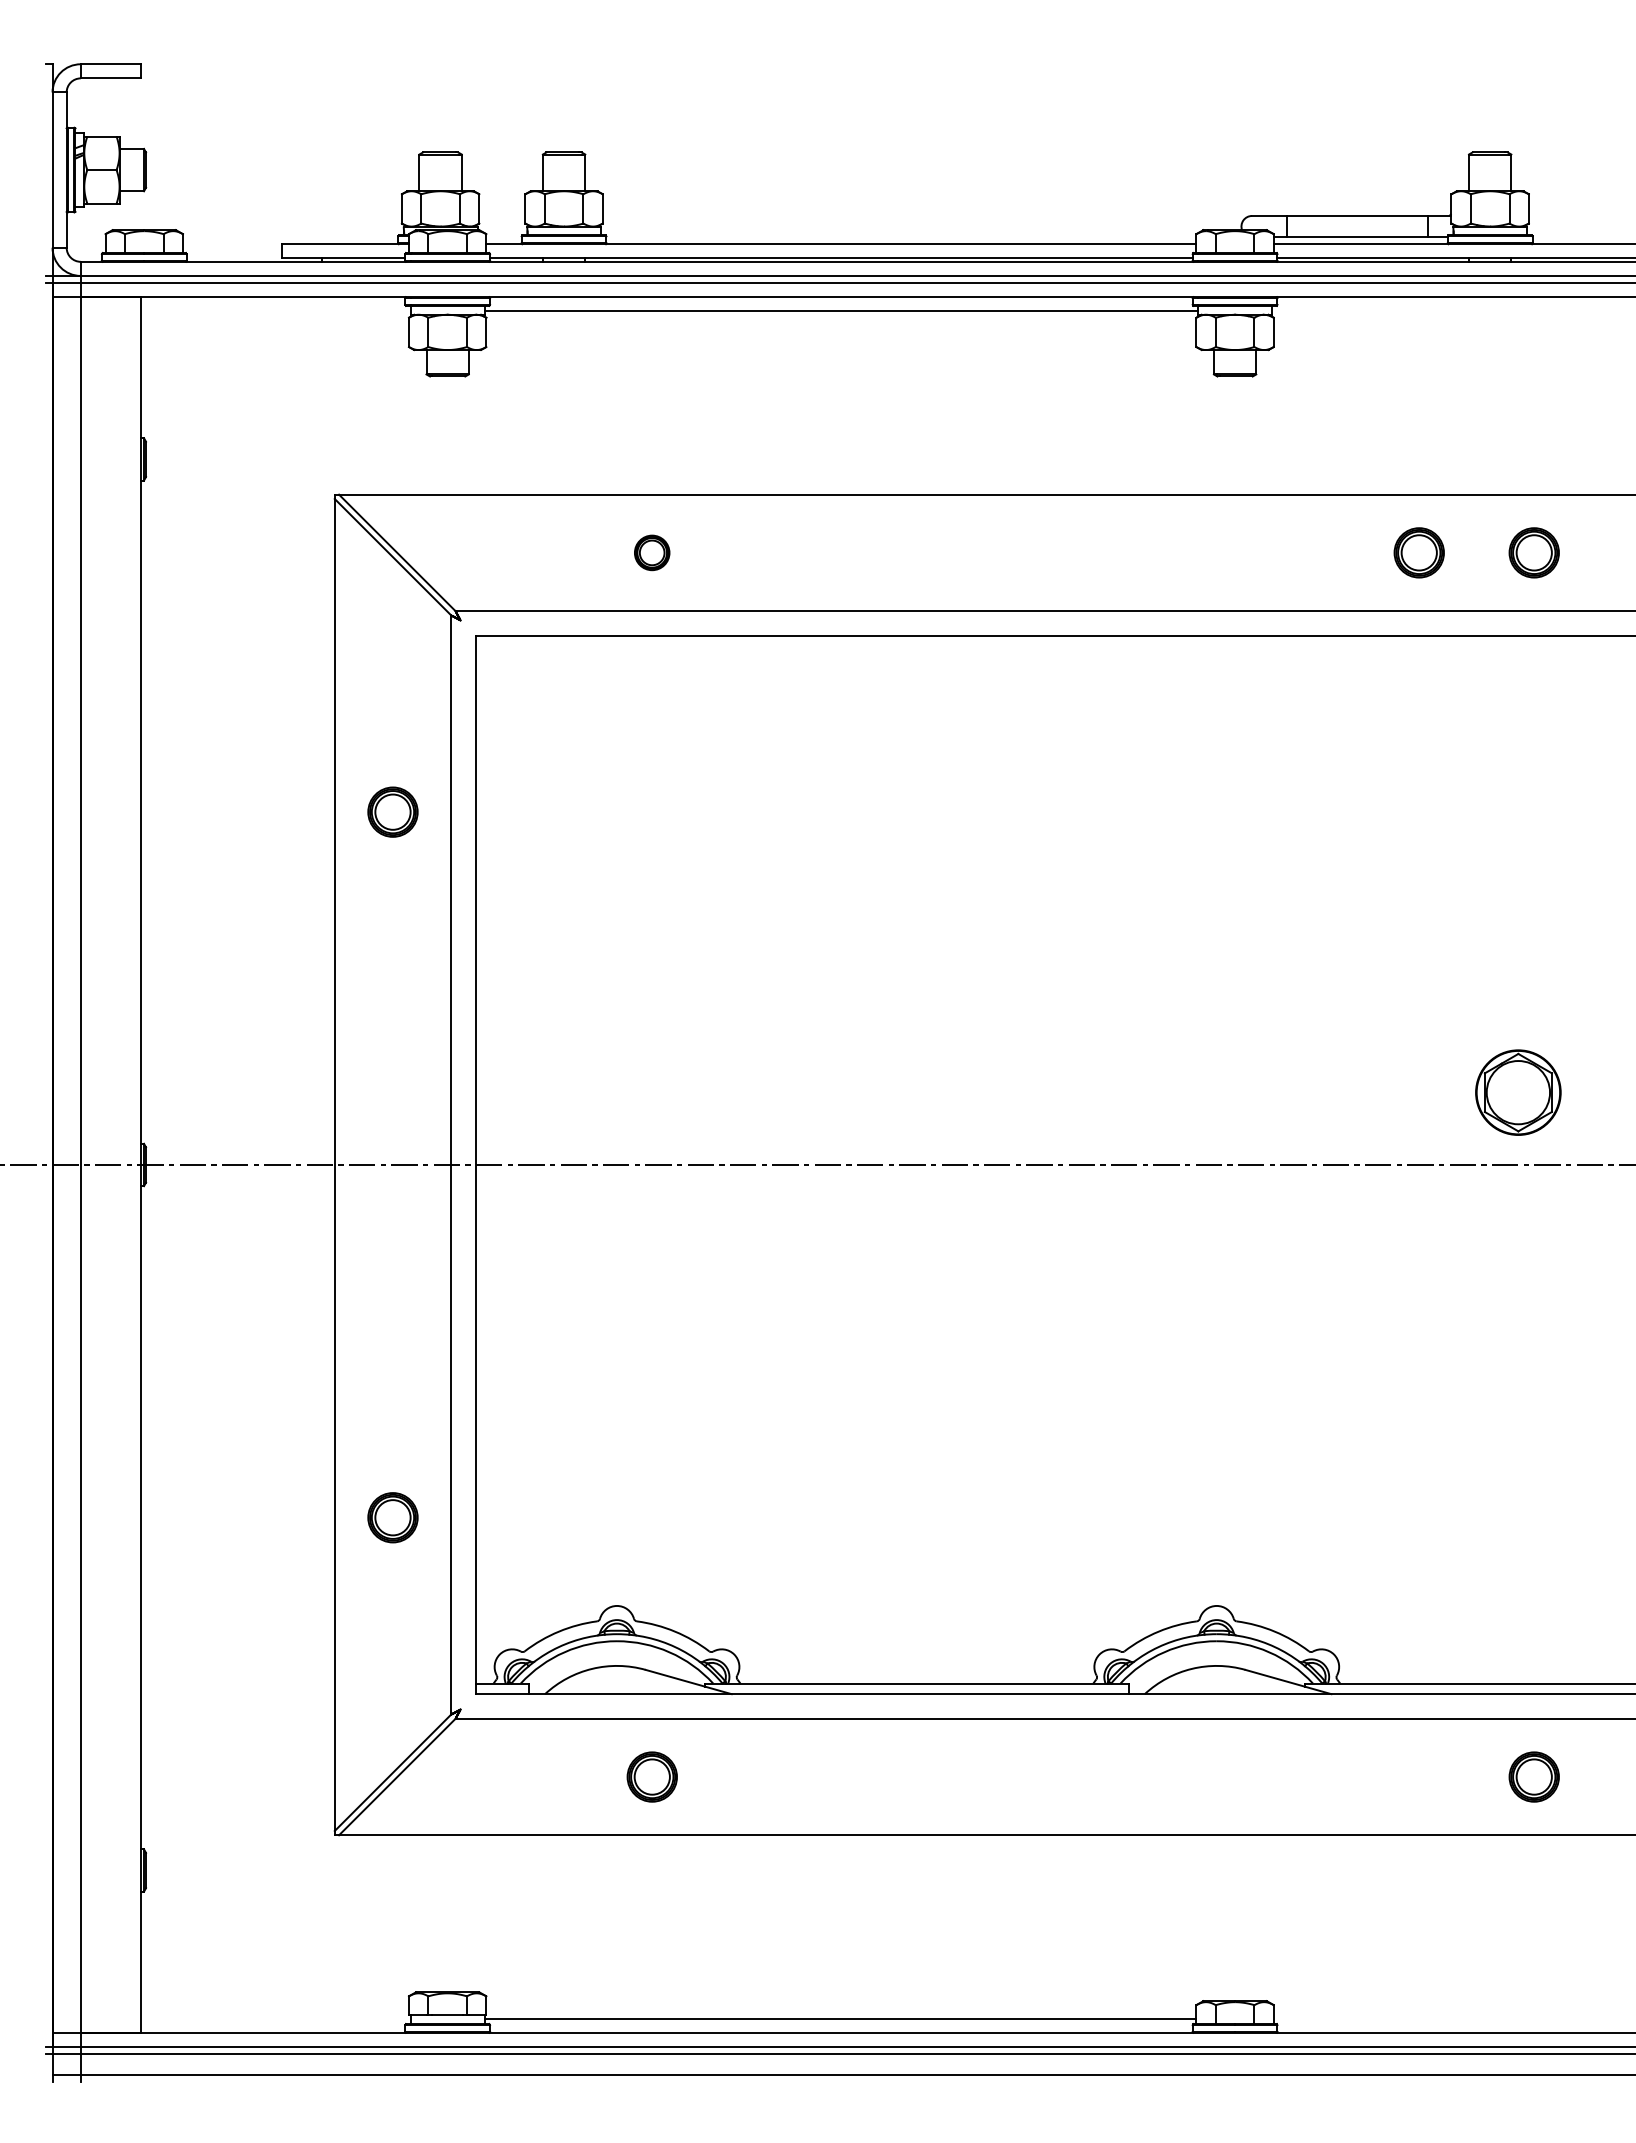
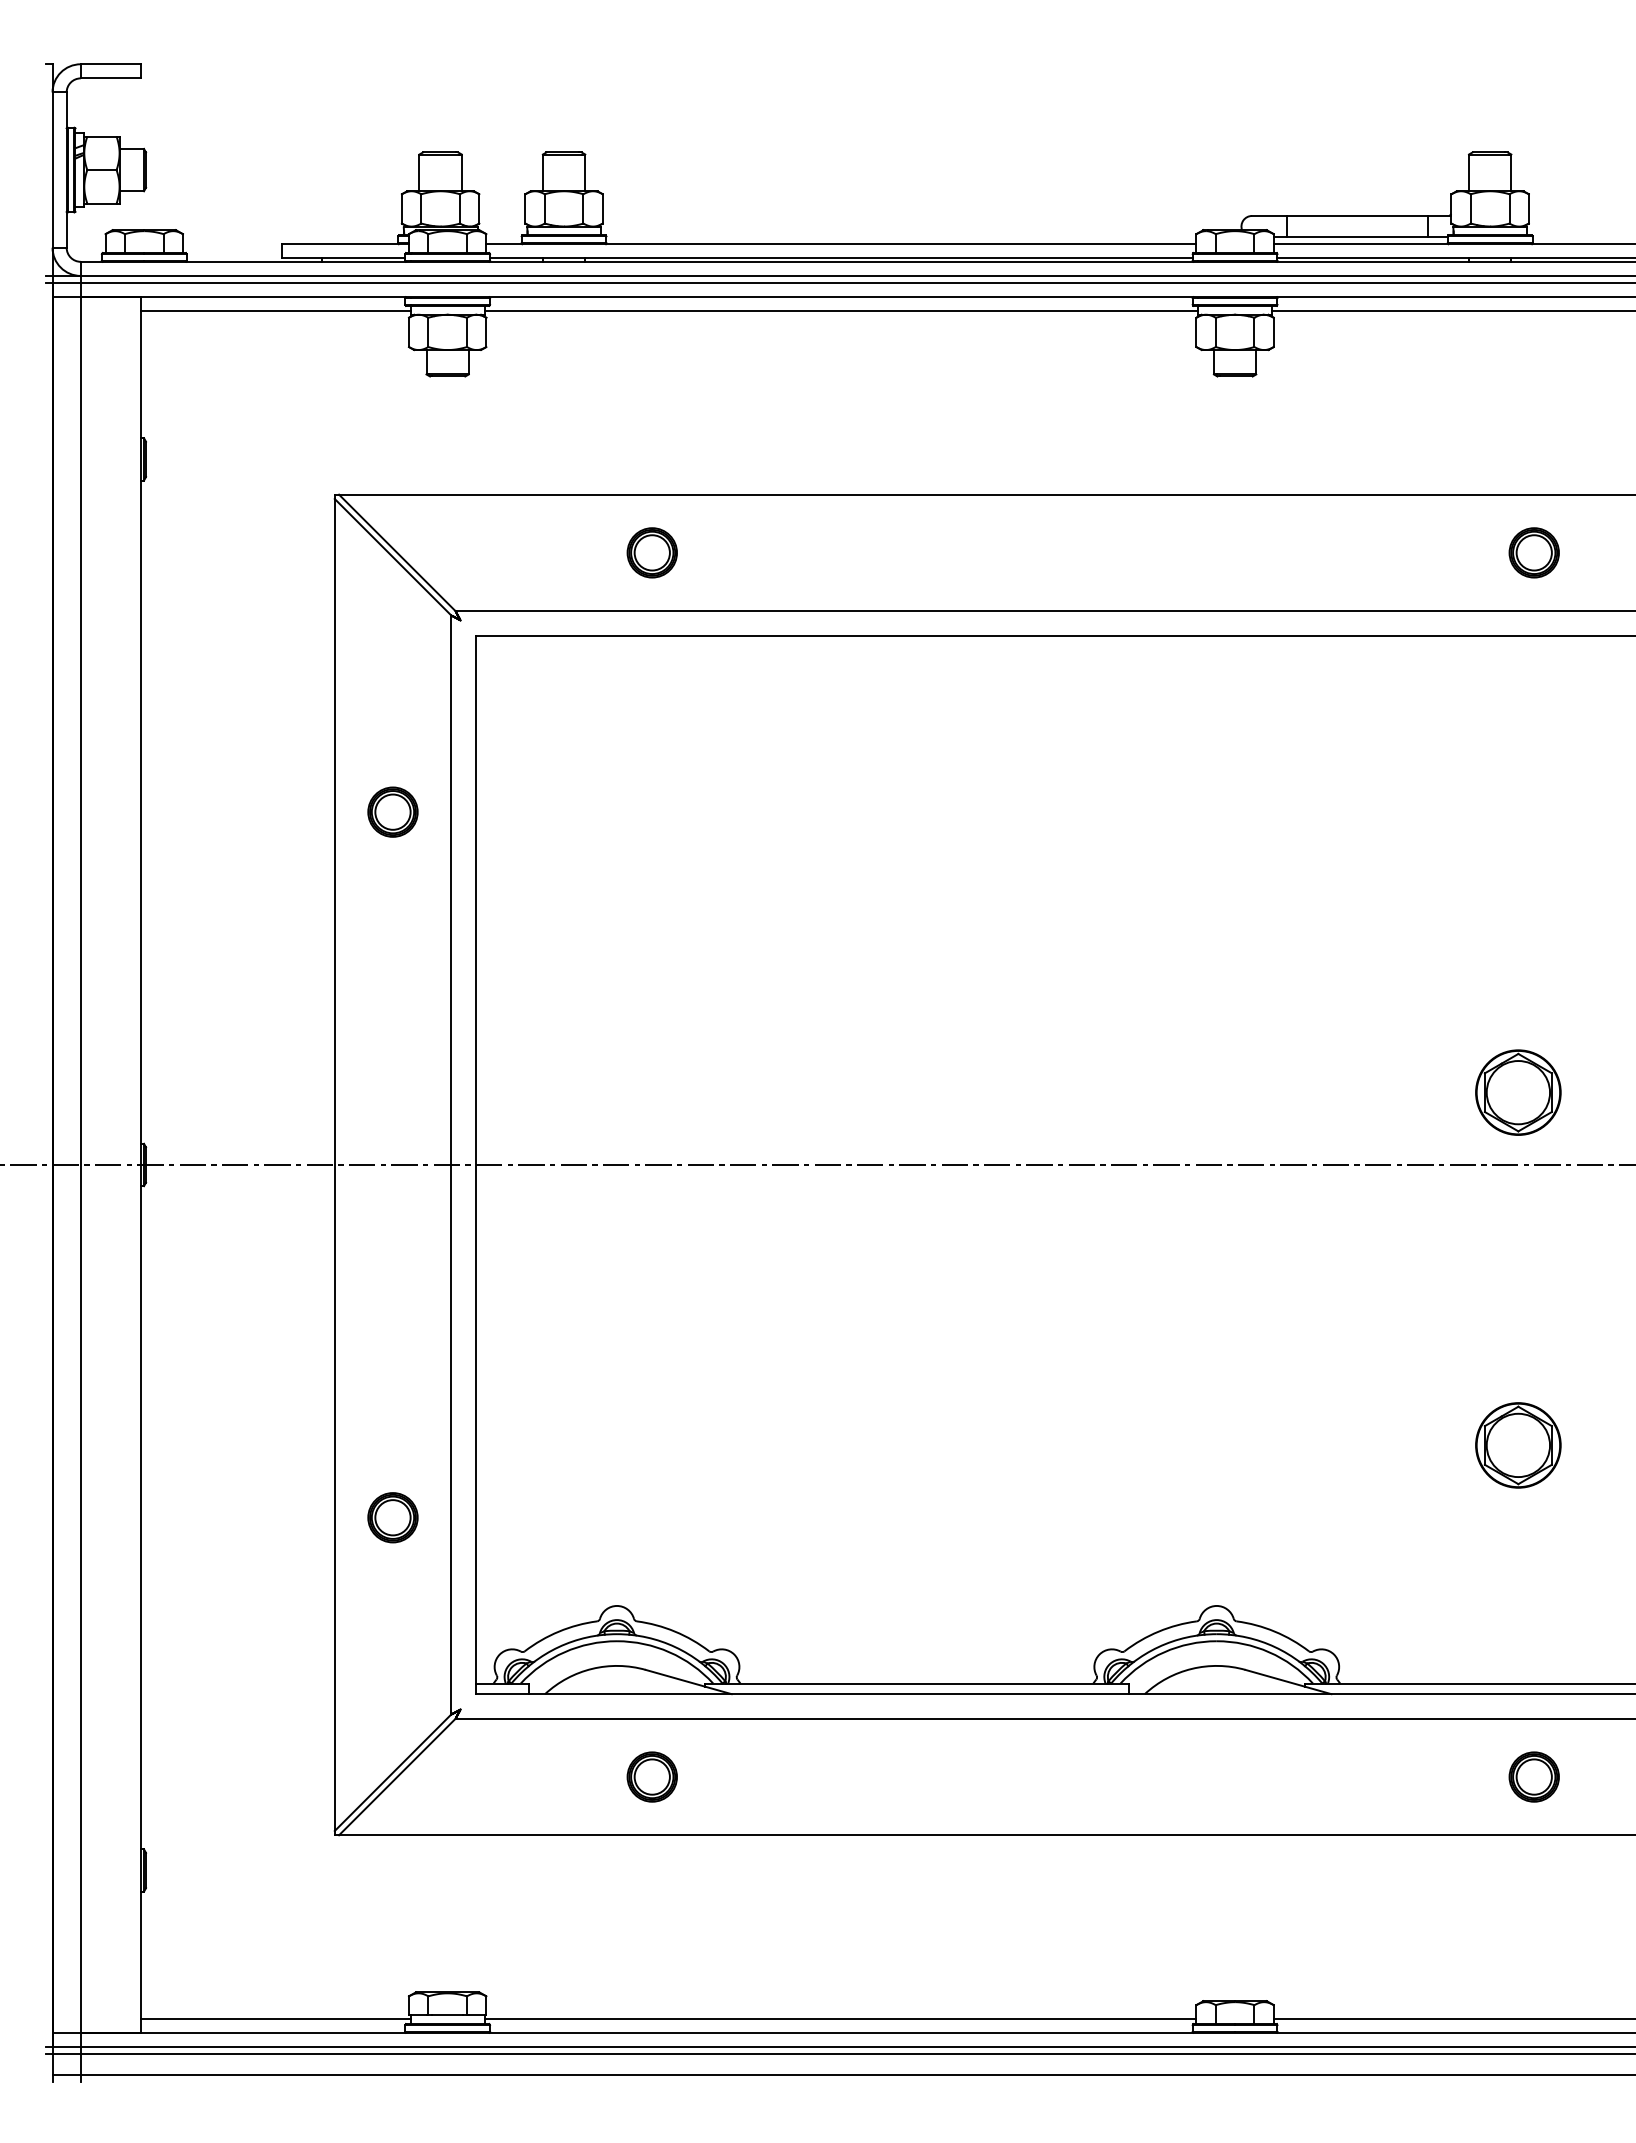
line at (275, 311): none -> present
line at (1452, 311): none -> present
part at (652, 552) size: 37x38 px -> 52x52 px
part at (1418, 552): present -> none
part at (1518, 1445): none -> present
line at (275, 2018): none -> present
line at (1452, 2018): none -> present
